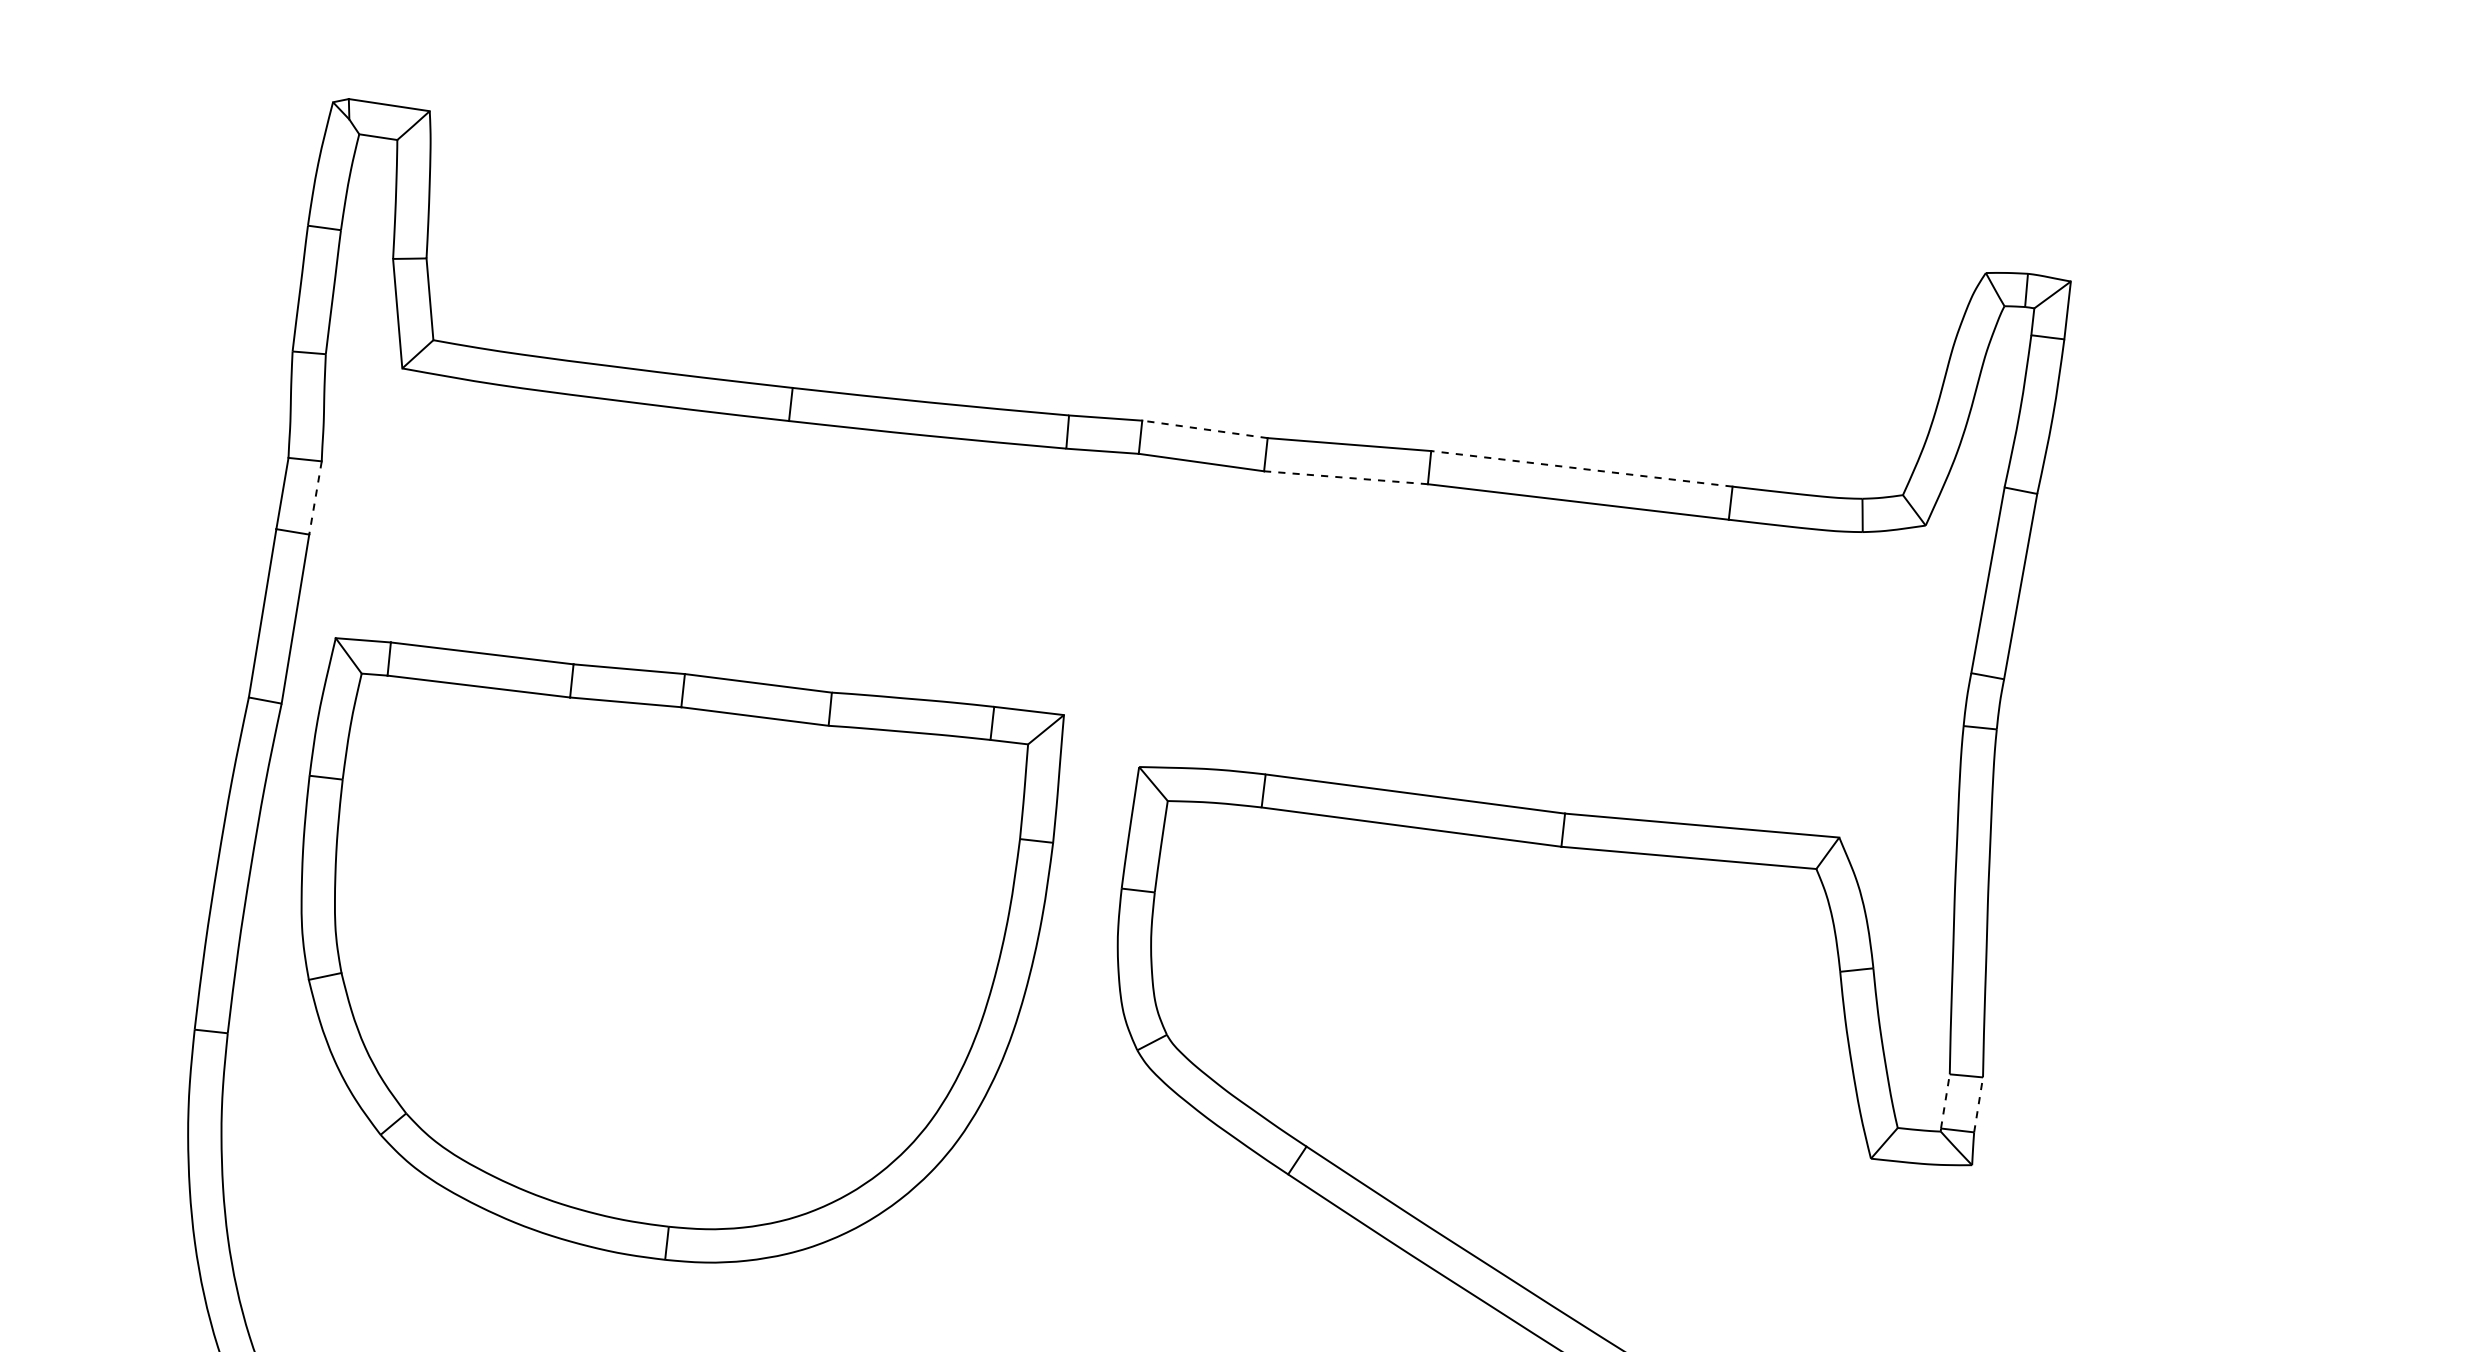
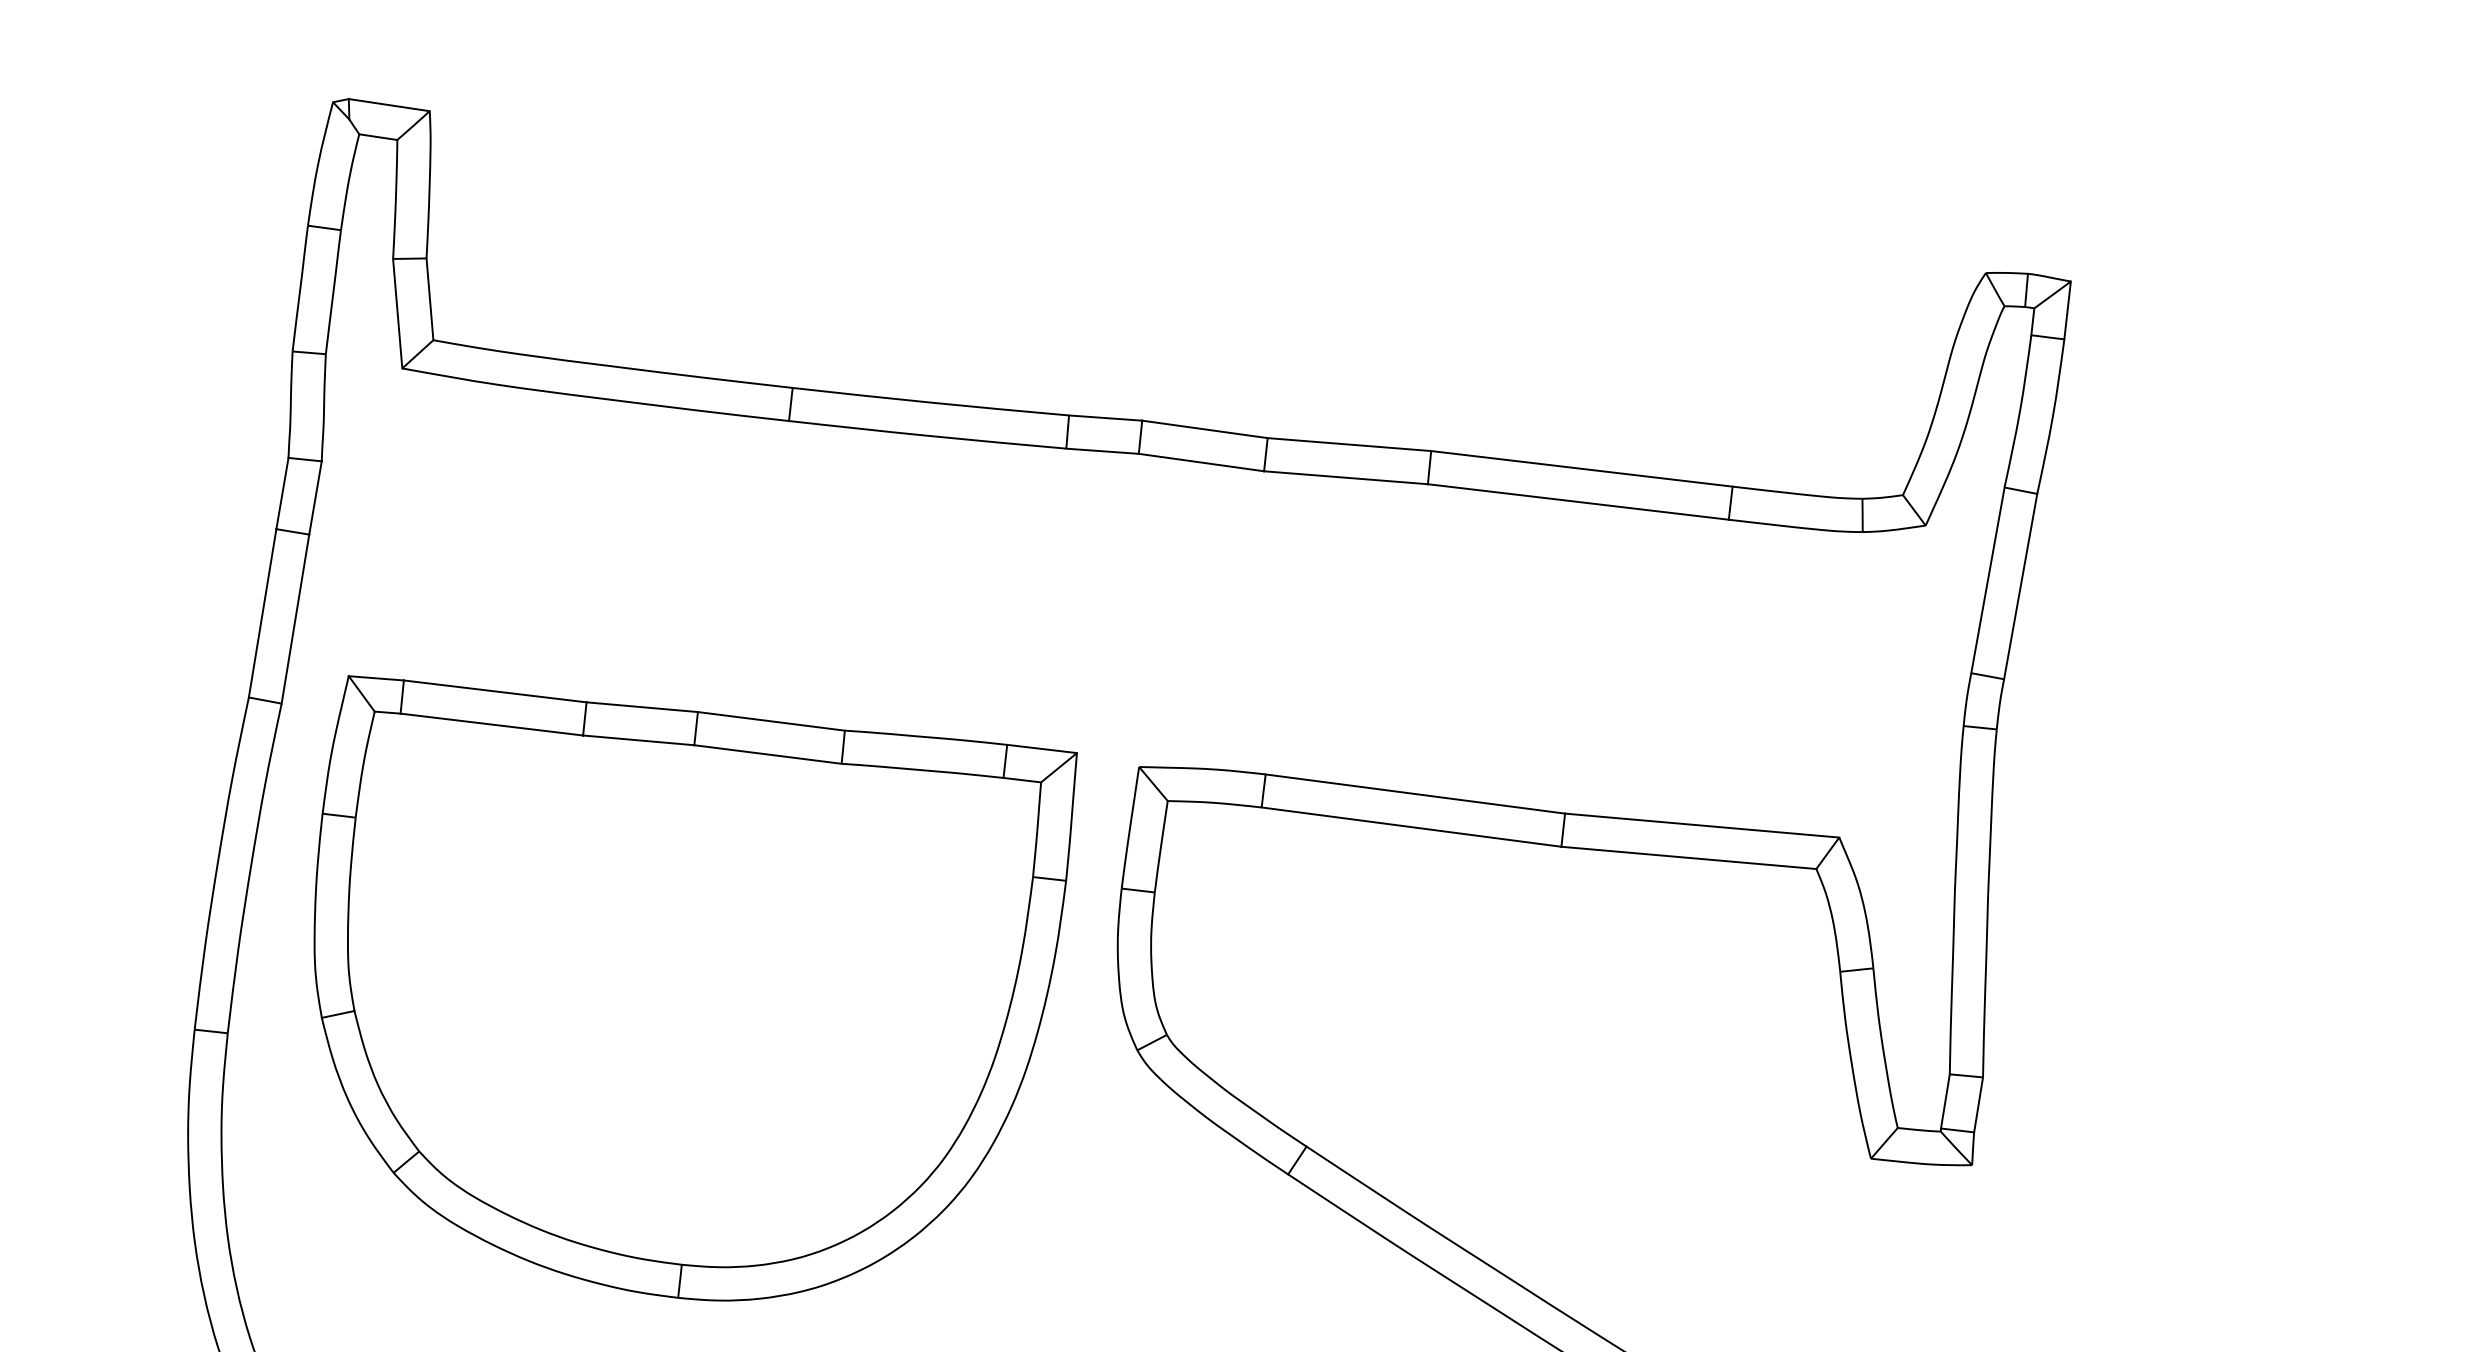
line at (1204, 429): dashed -> solid
line at (1581, 468): dashed -> solid
line at (1345, 477): dashed -> solid
line at (315, 498): dashed -> solid
part at (682, 950) position: (682, 950) -> (695, 988)
line at (1945, 1100): dashed -> solid
line at (1978, 1104): dashed -> solid
